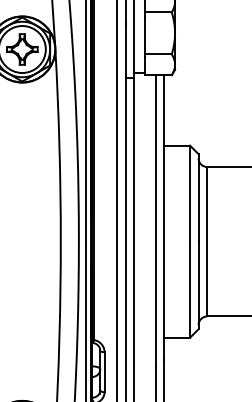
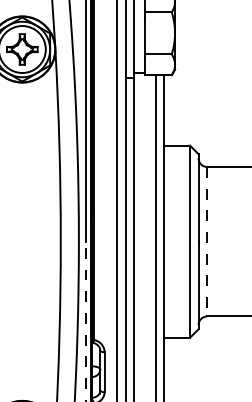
line at (207, 241): solid -> dashed
line at (85, 321): solid -> dashed
